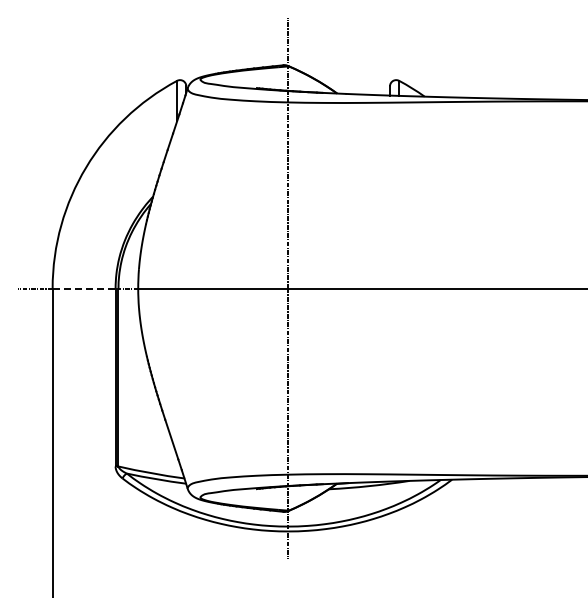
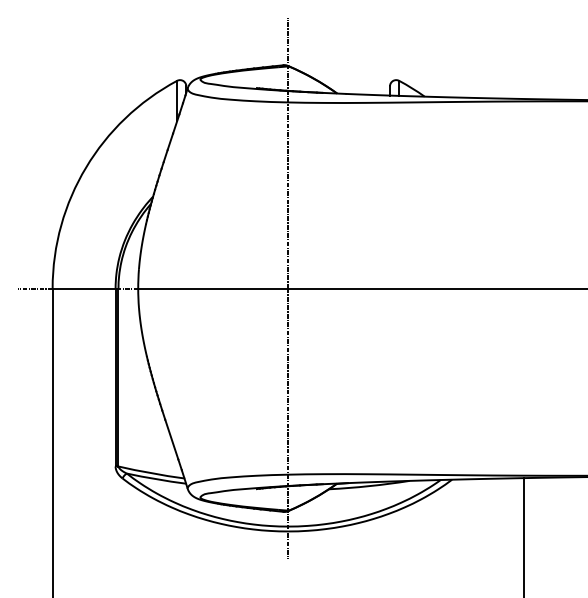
line at (85, 288): dashed -> solid
line at (523, 536): none -> present
